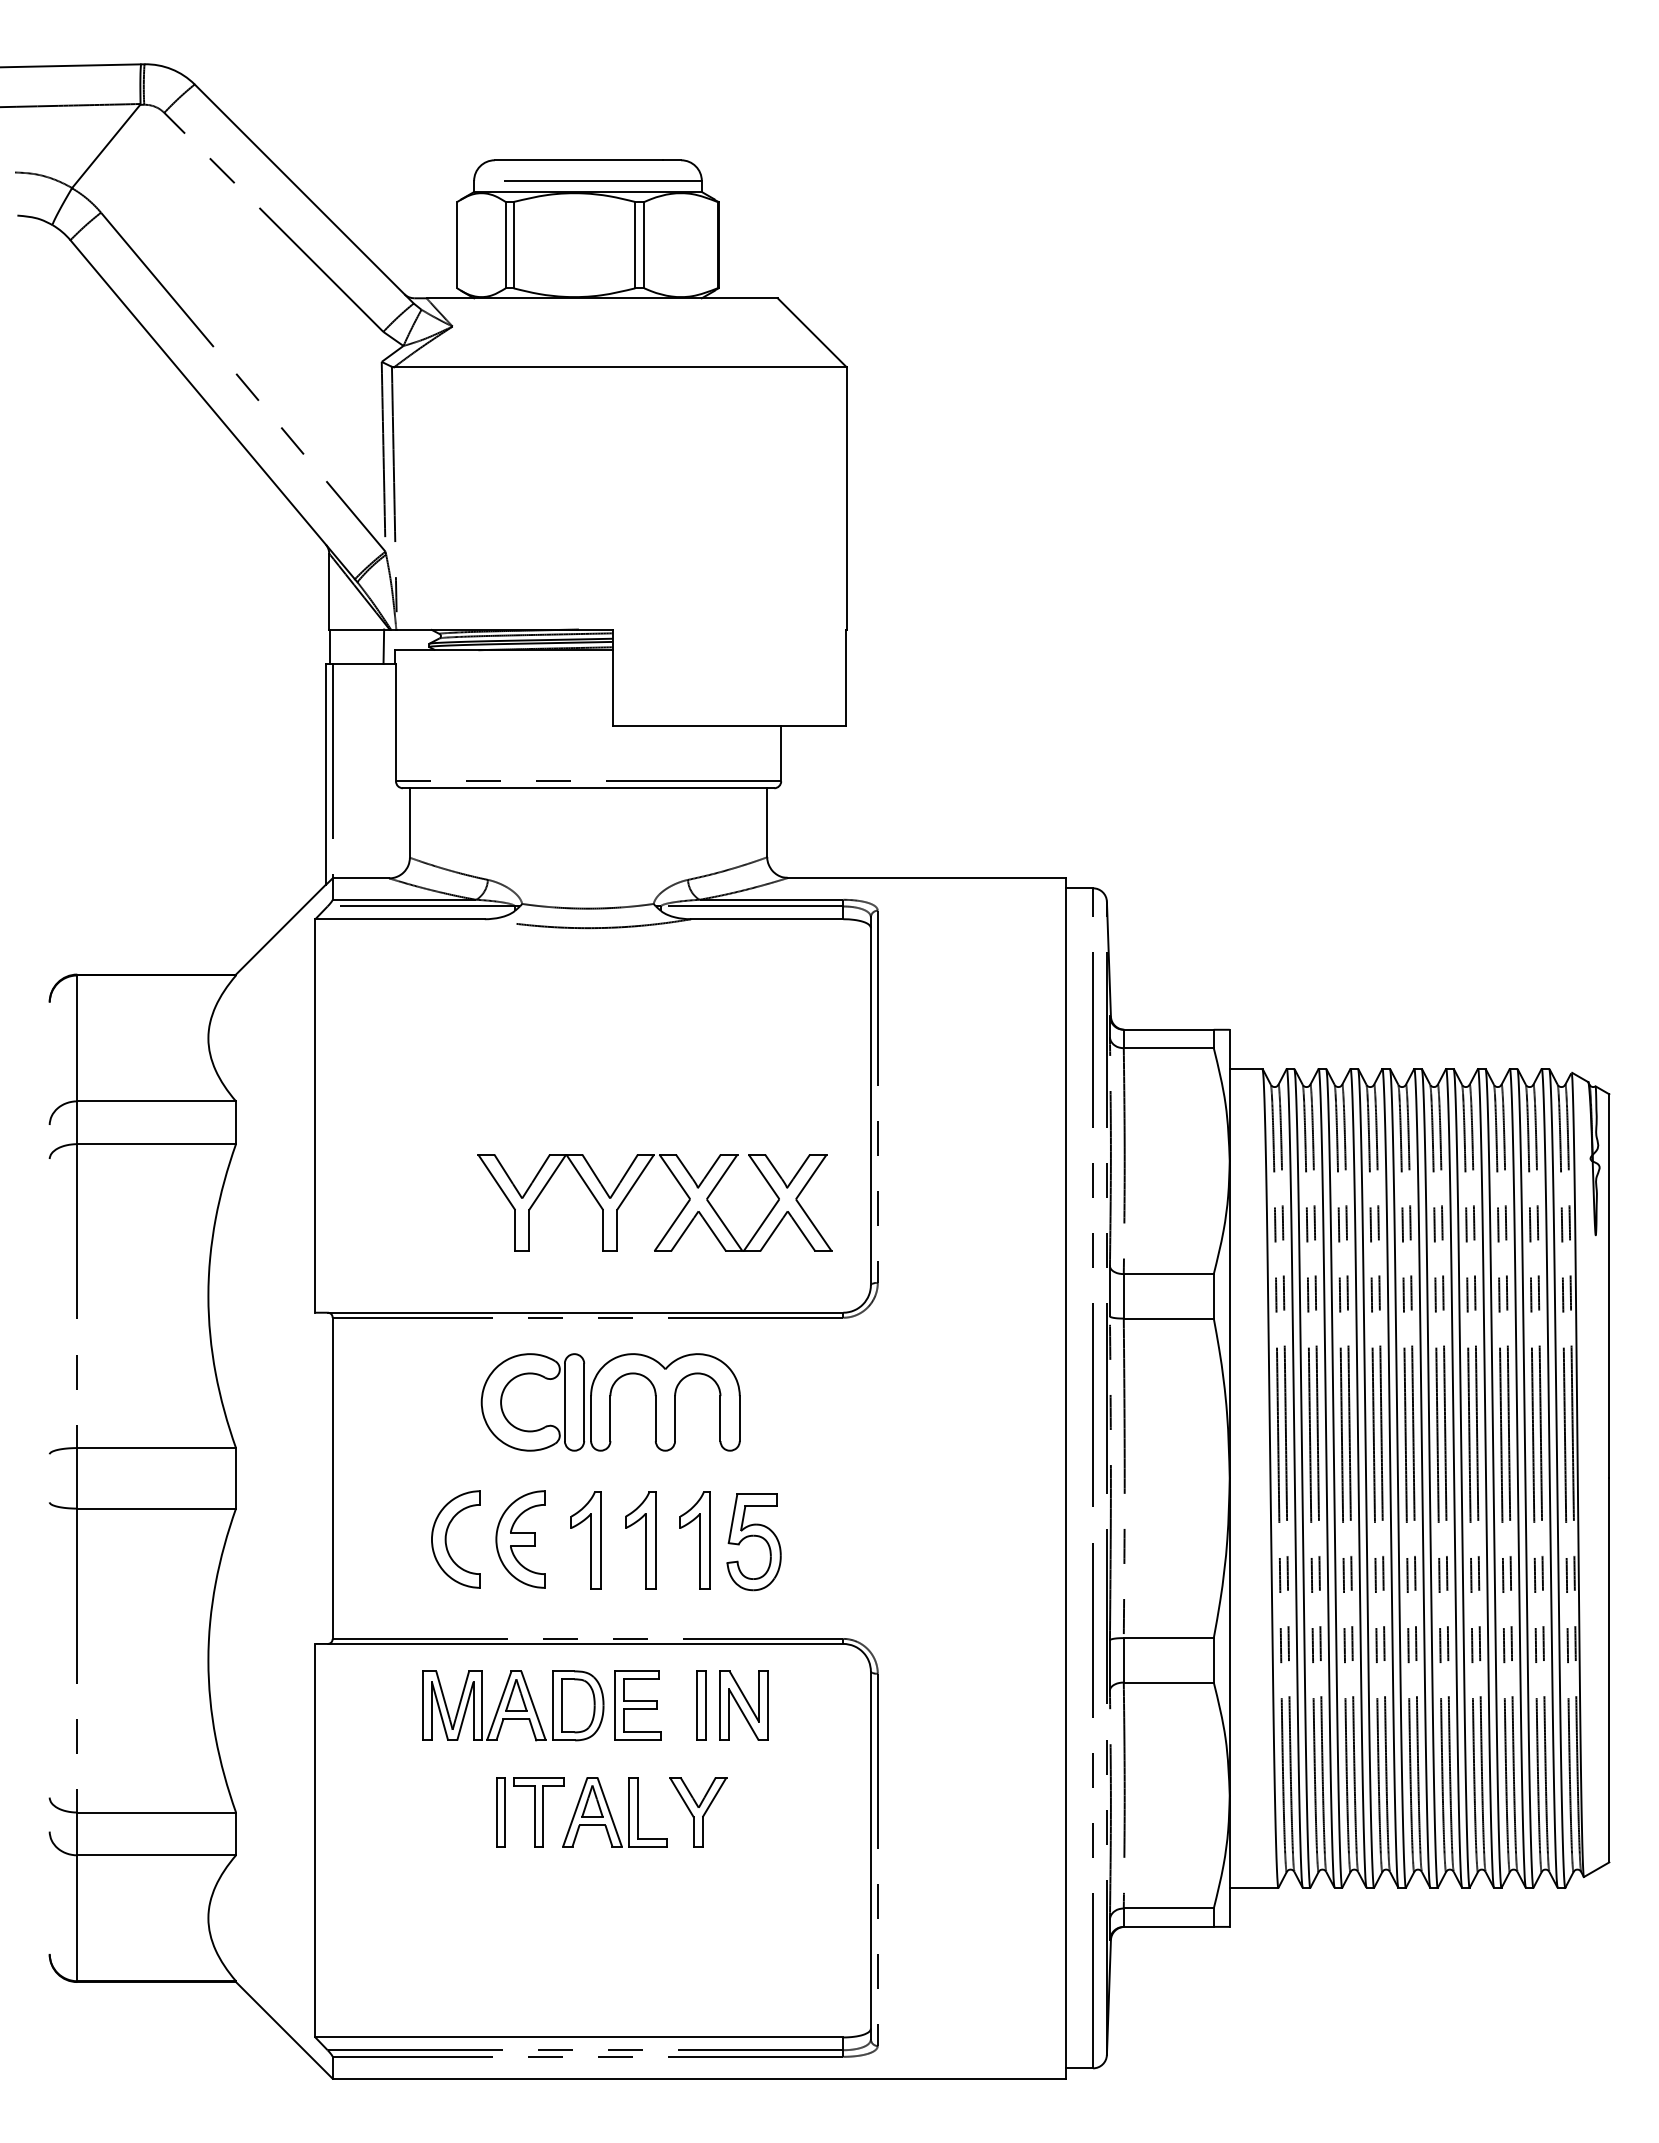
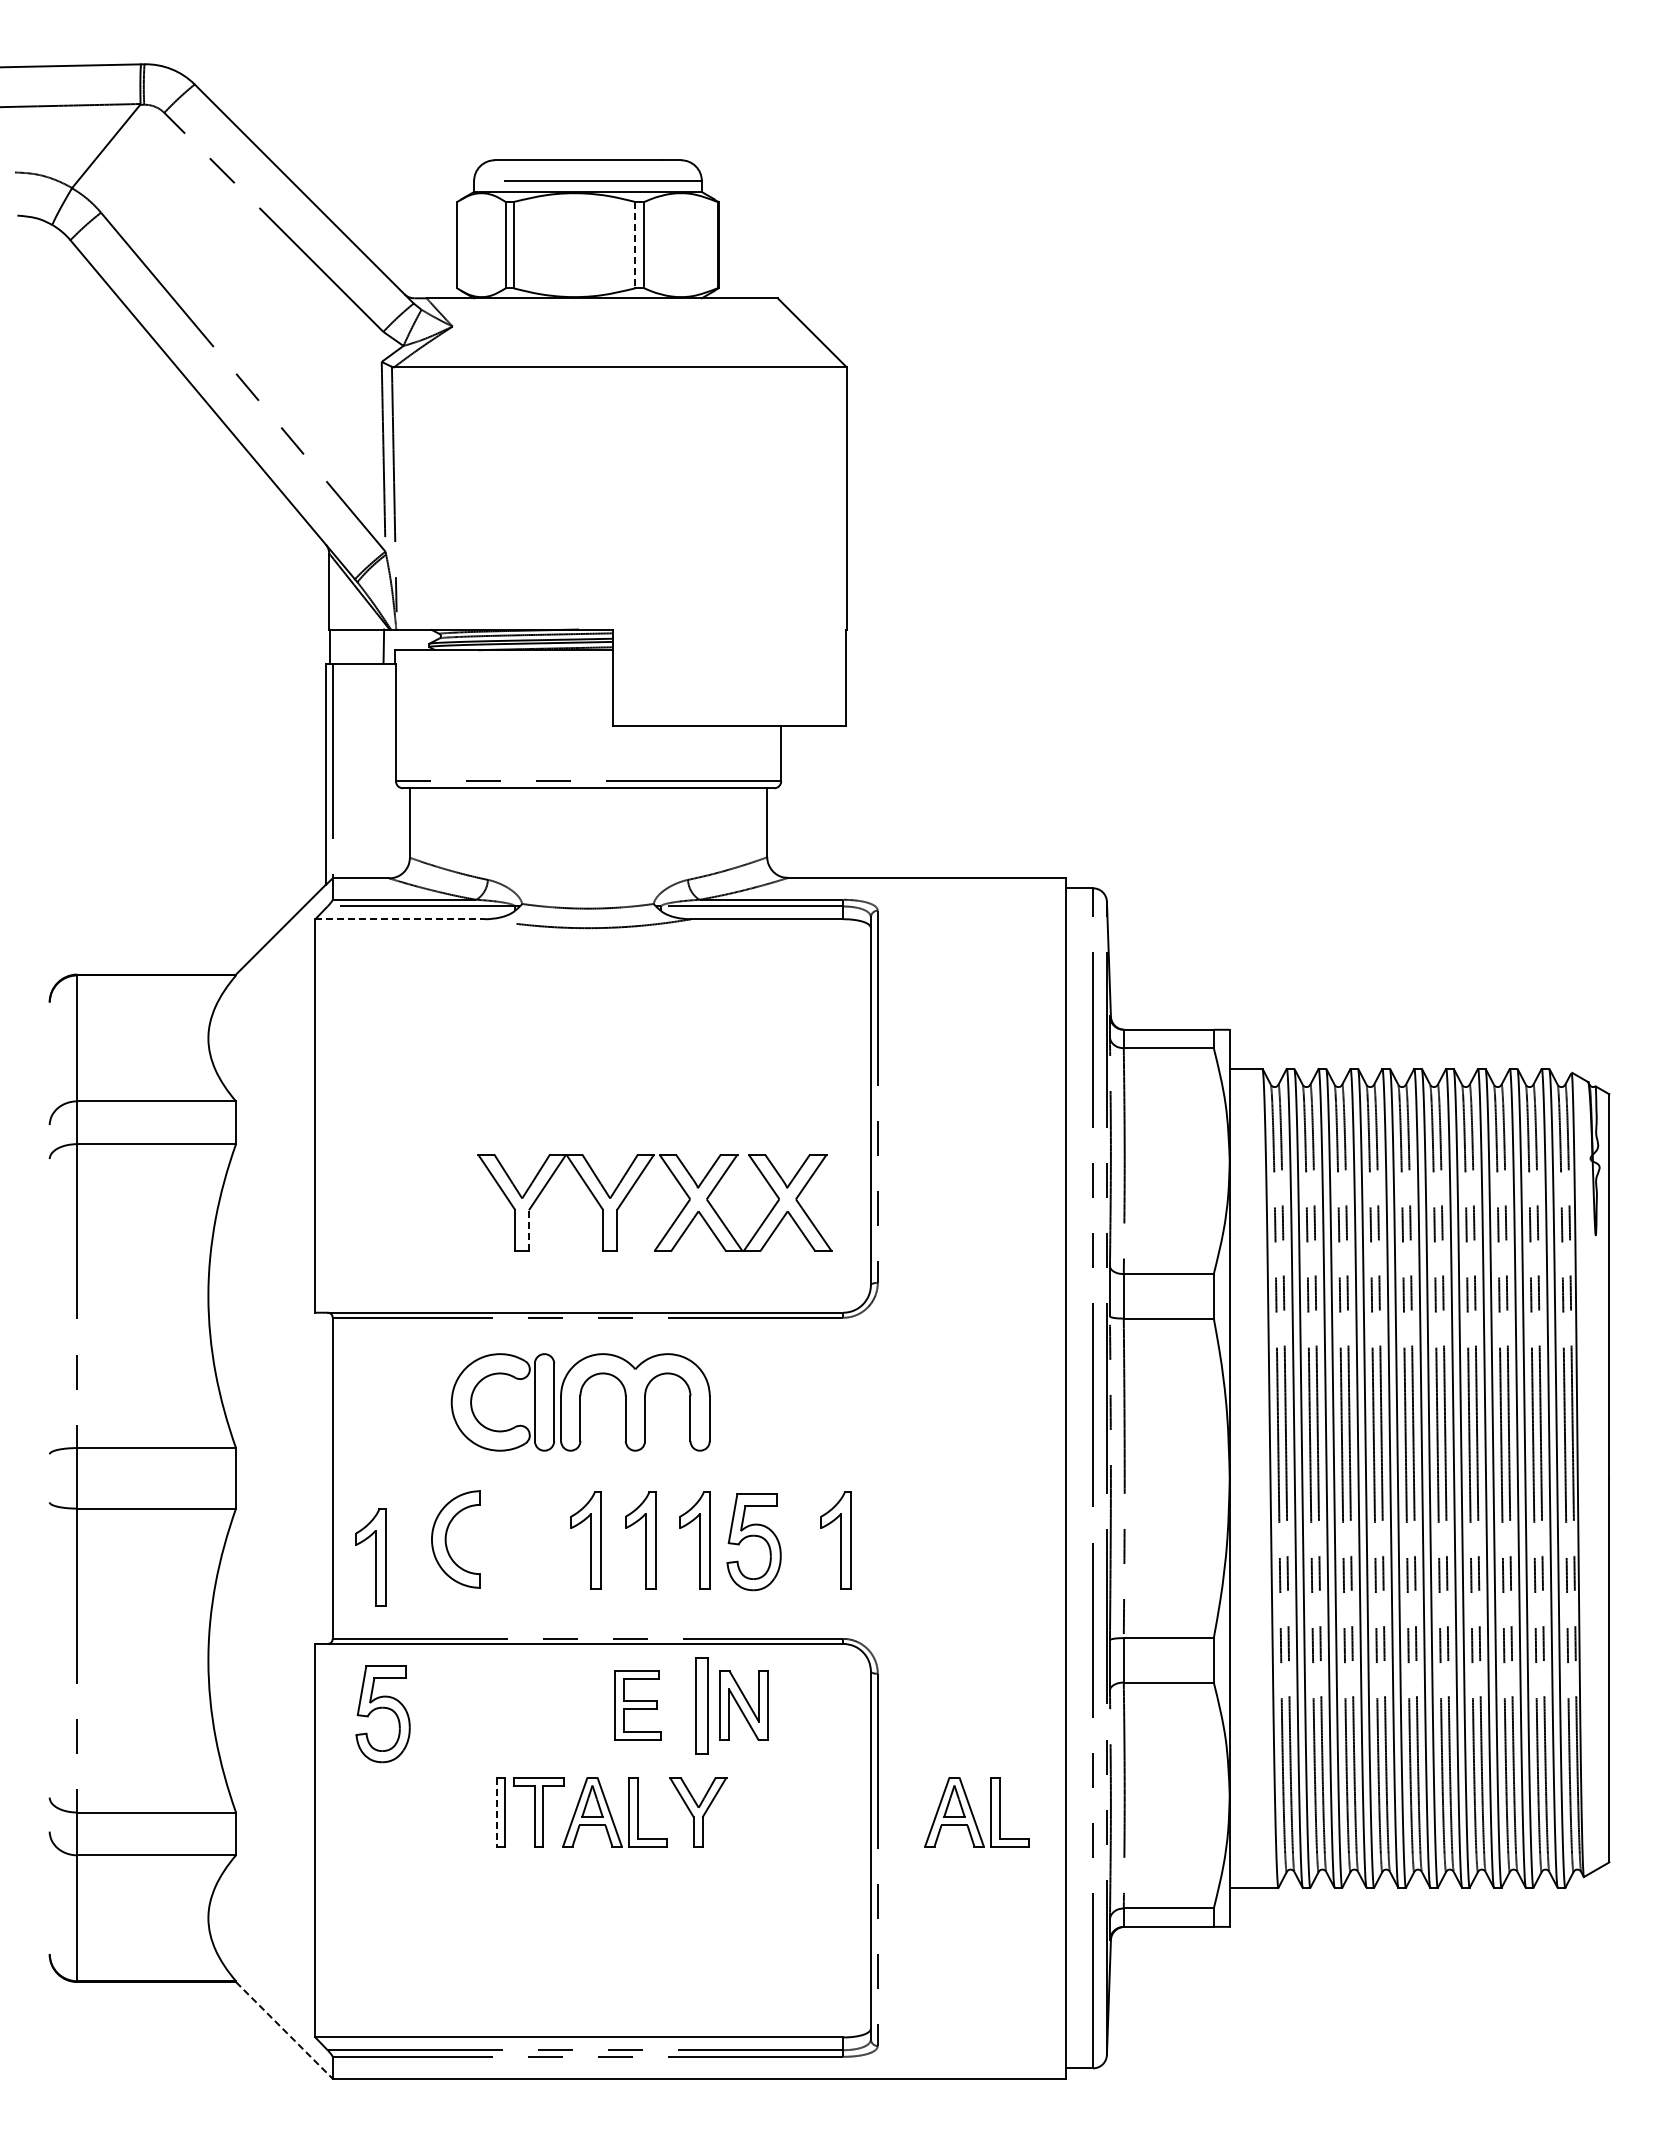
line at (635, 245): solid -> dashed
line at (400, 919): solid -> dashed
line at (528, 1230): solid -> dashed
part at (610, 1402) position: (610, 1402) -> (580, 1402)
part at (520, 1539): present -> none
part at (835, 1540): none -> present
part at (370, 1557): none -> present
part at (513, 1705): present -> none
part at (701, 1705) size: 11x71 px -> 14x98 px
part at (382, 1714): none -> present
line at (496, 1812): solid -> dashed
part at (976, 1812): none -> present
line at (284, 2030): solid -> dashed
